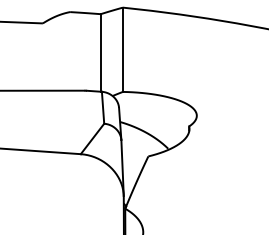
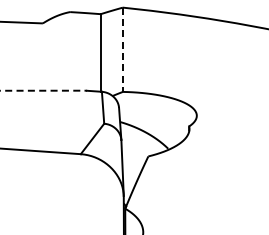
line at (122, 50): solid -> dashed
line at (42, 90): solid -> dashed
